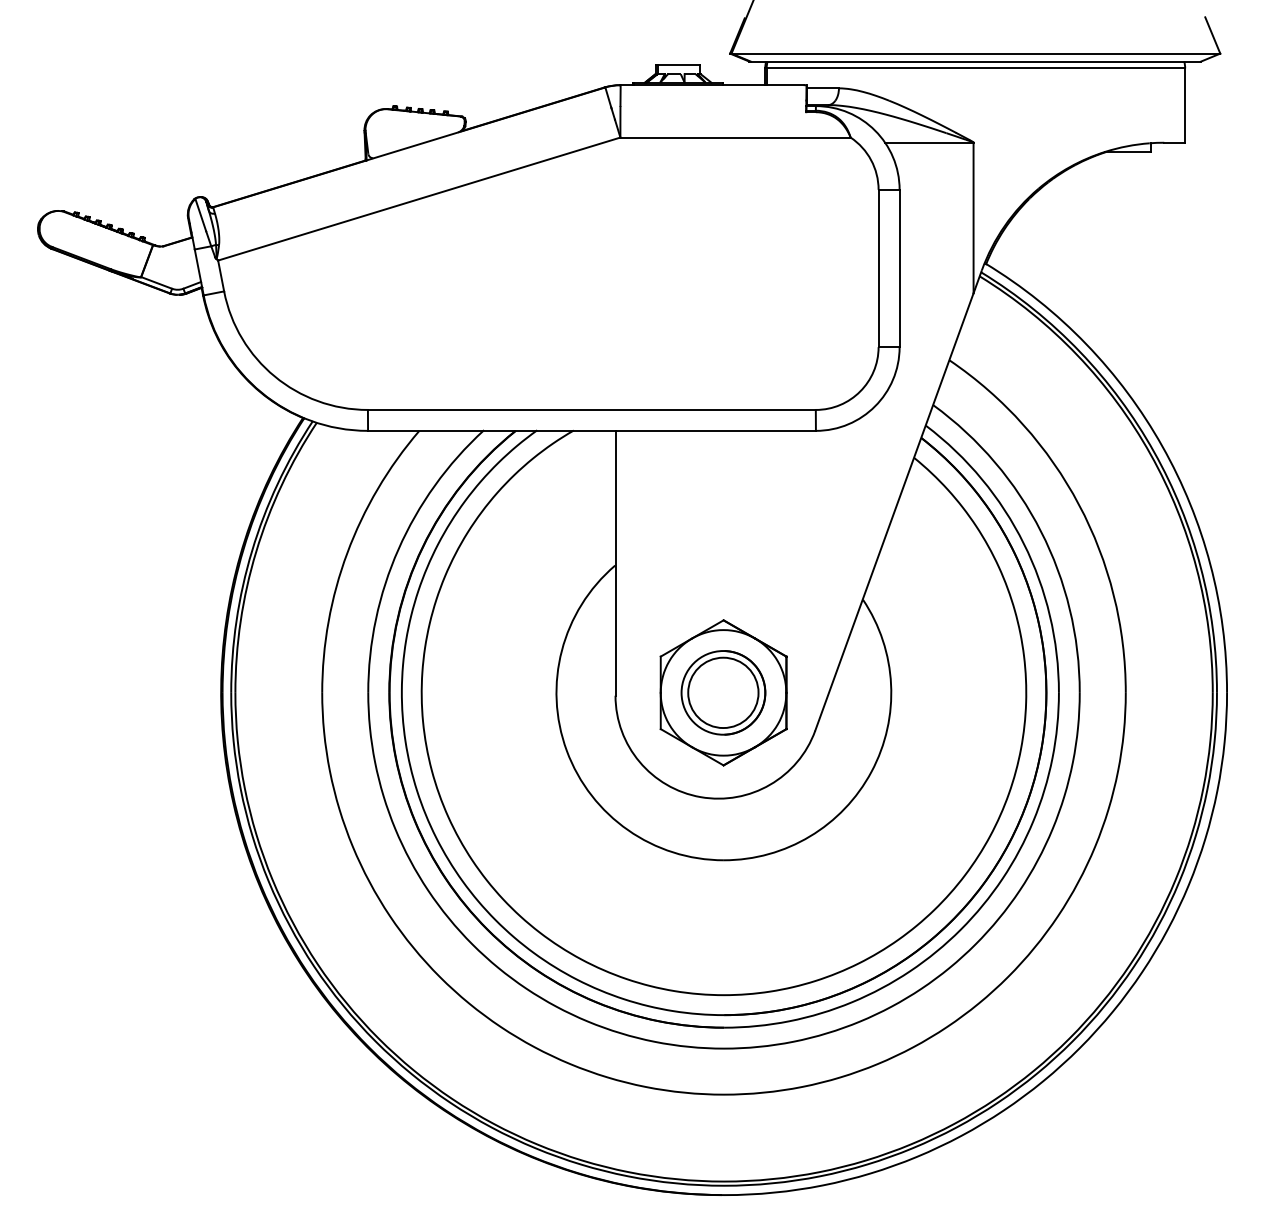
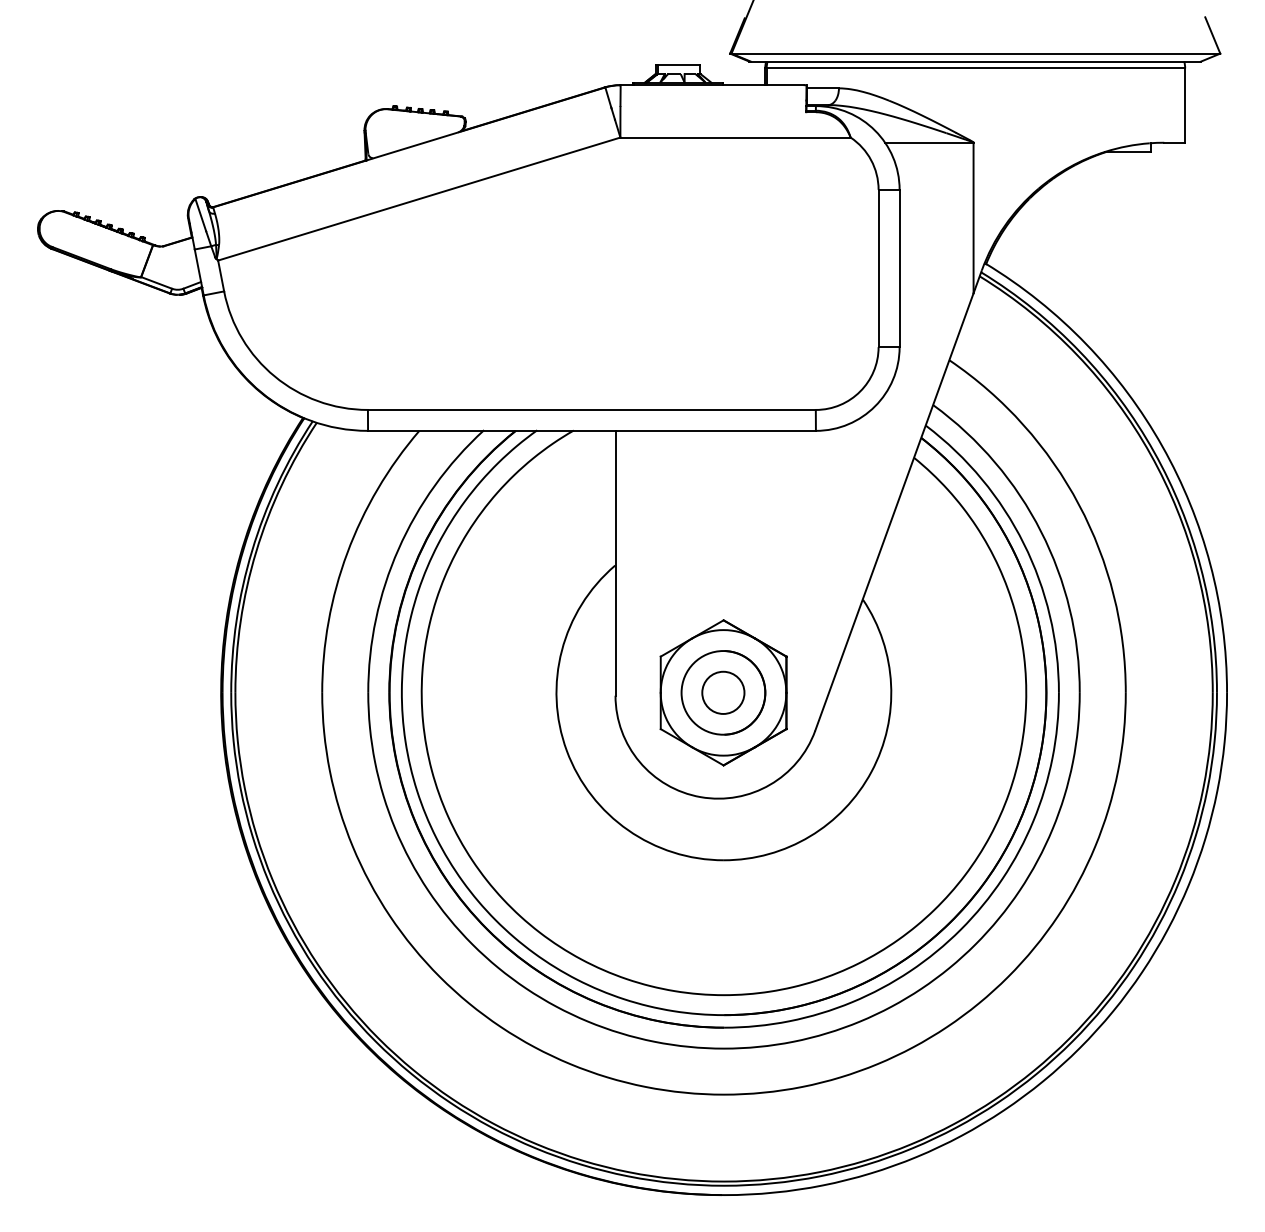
circle at (723, 692) diameter: 70 px -> 42 px
